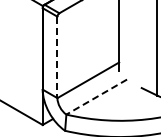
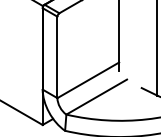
line at (57, 57): dashed -> solid
line at (96, 97): dashed -> solid
